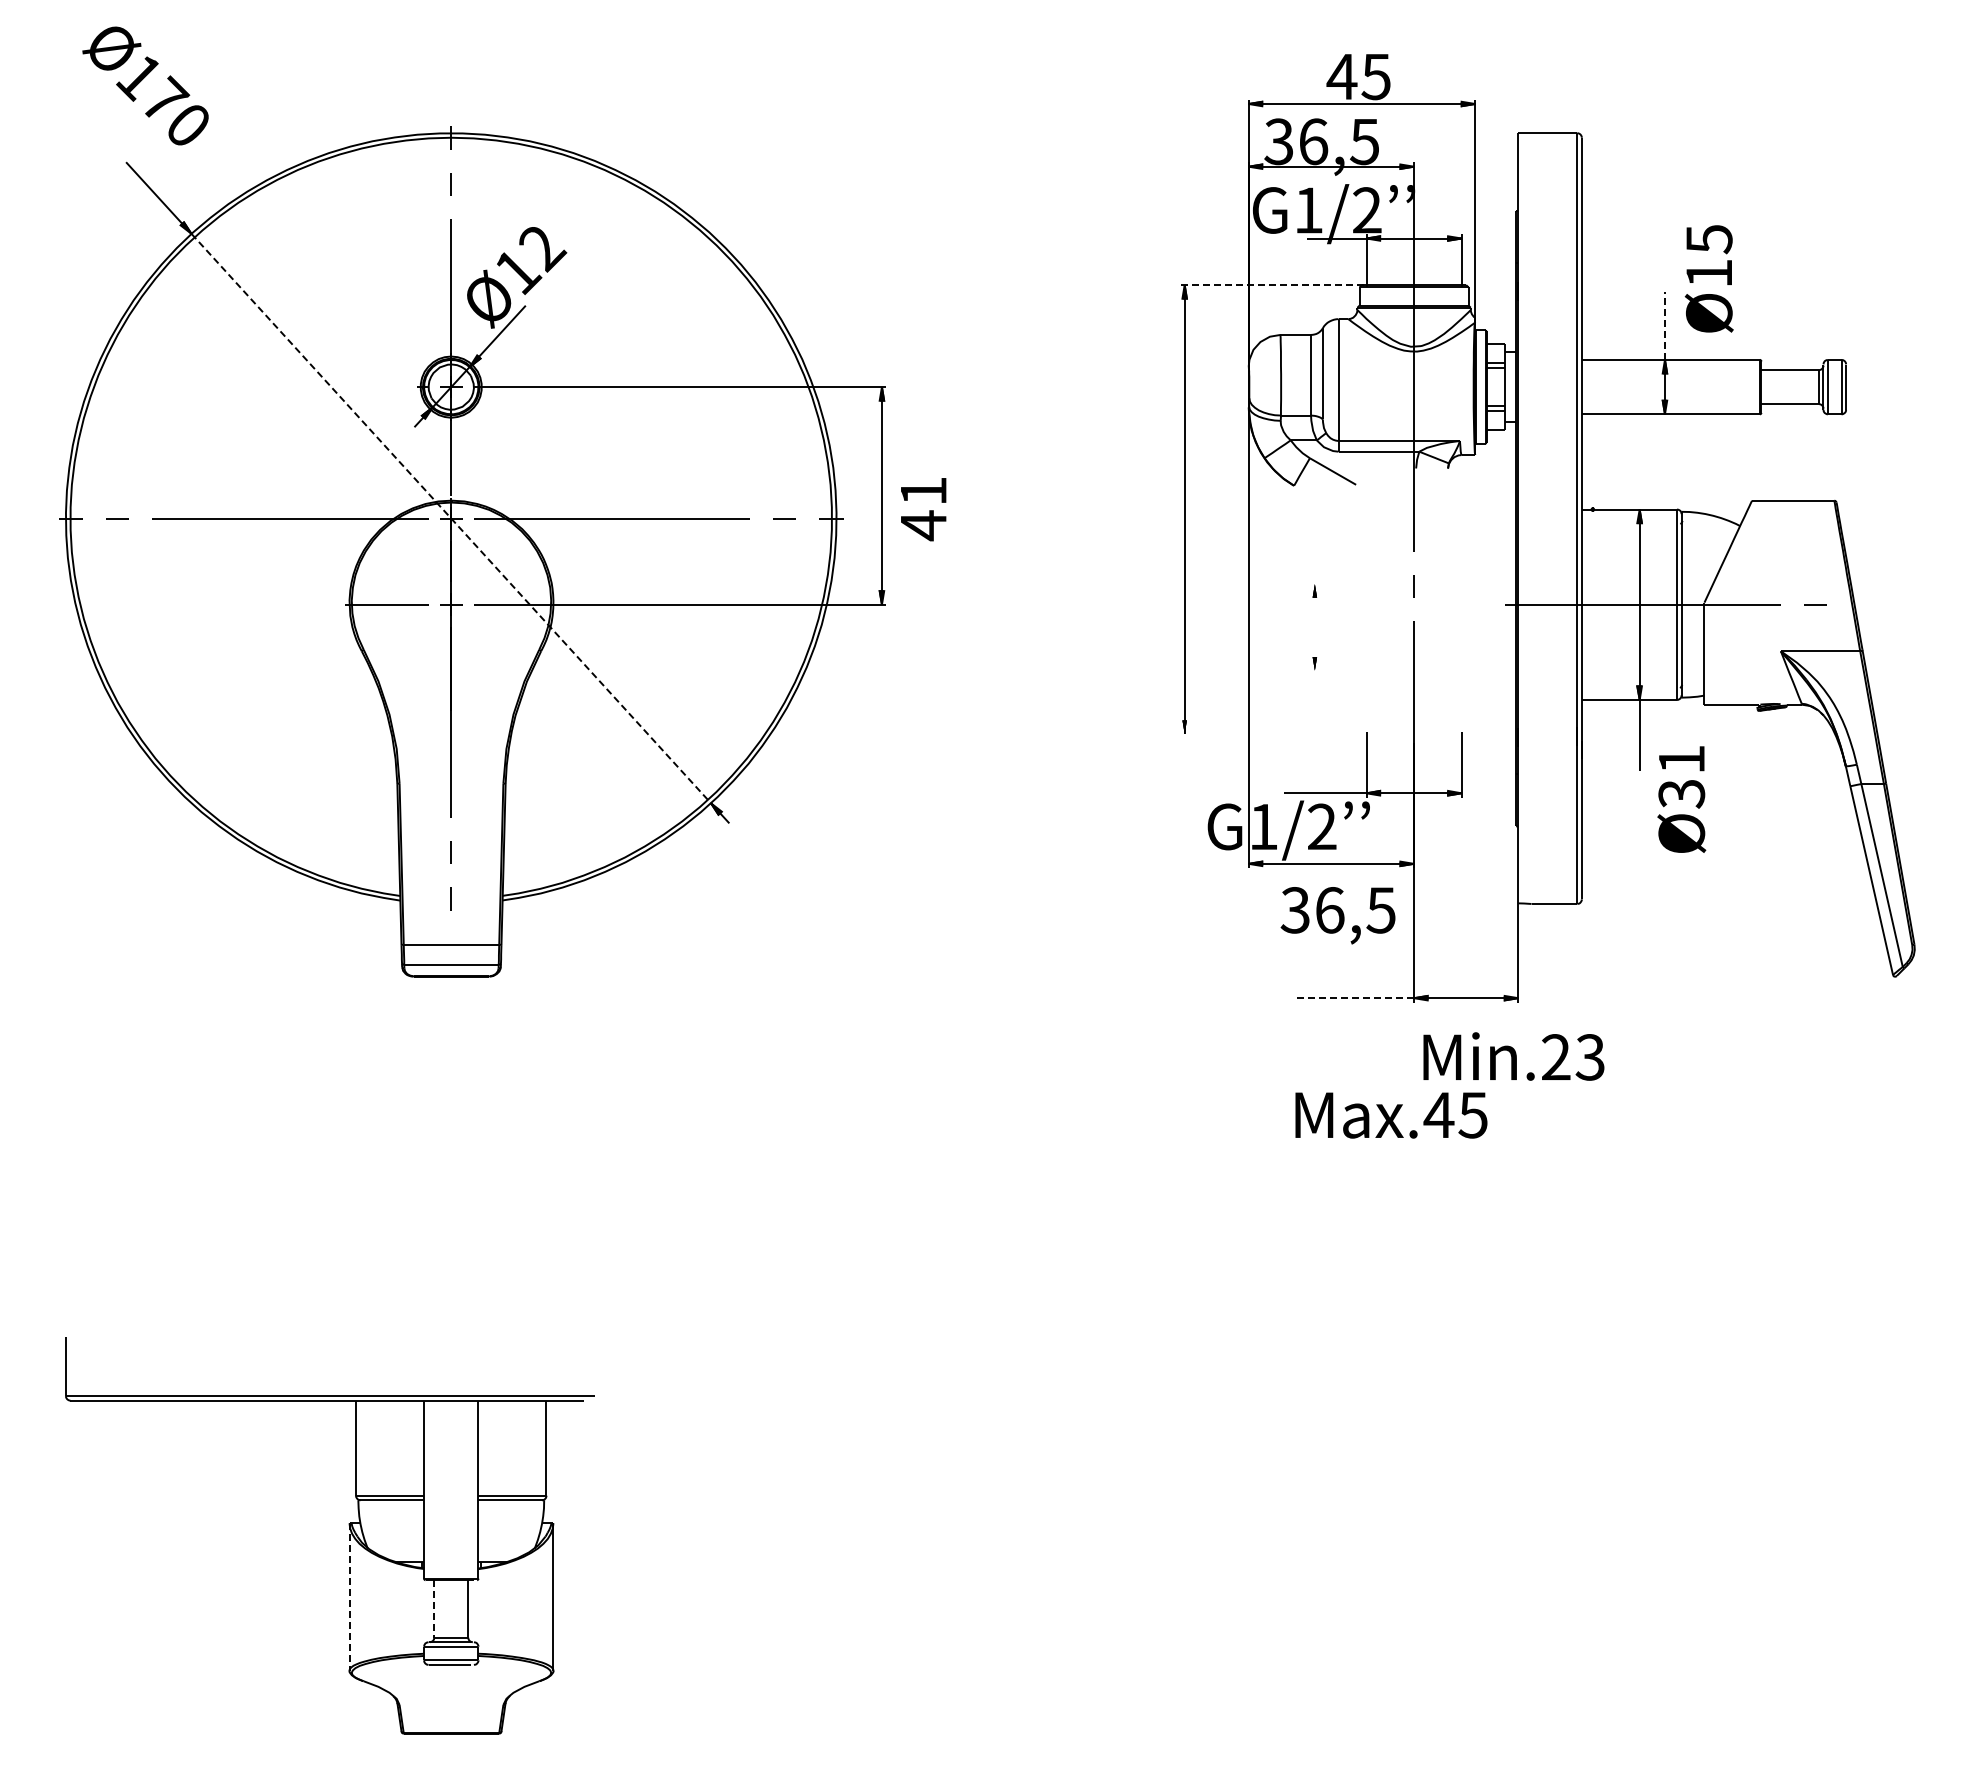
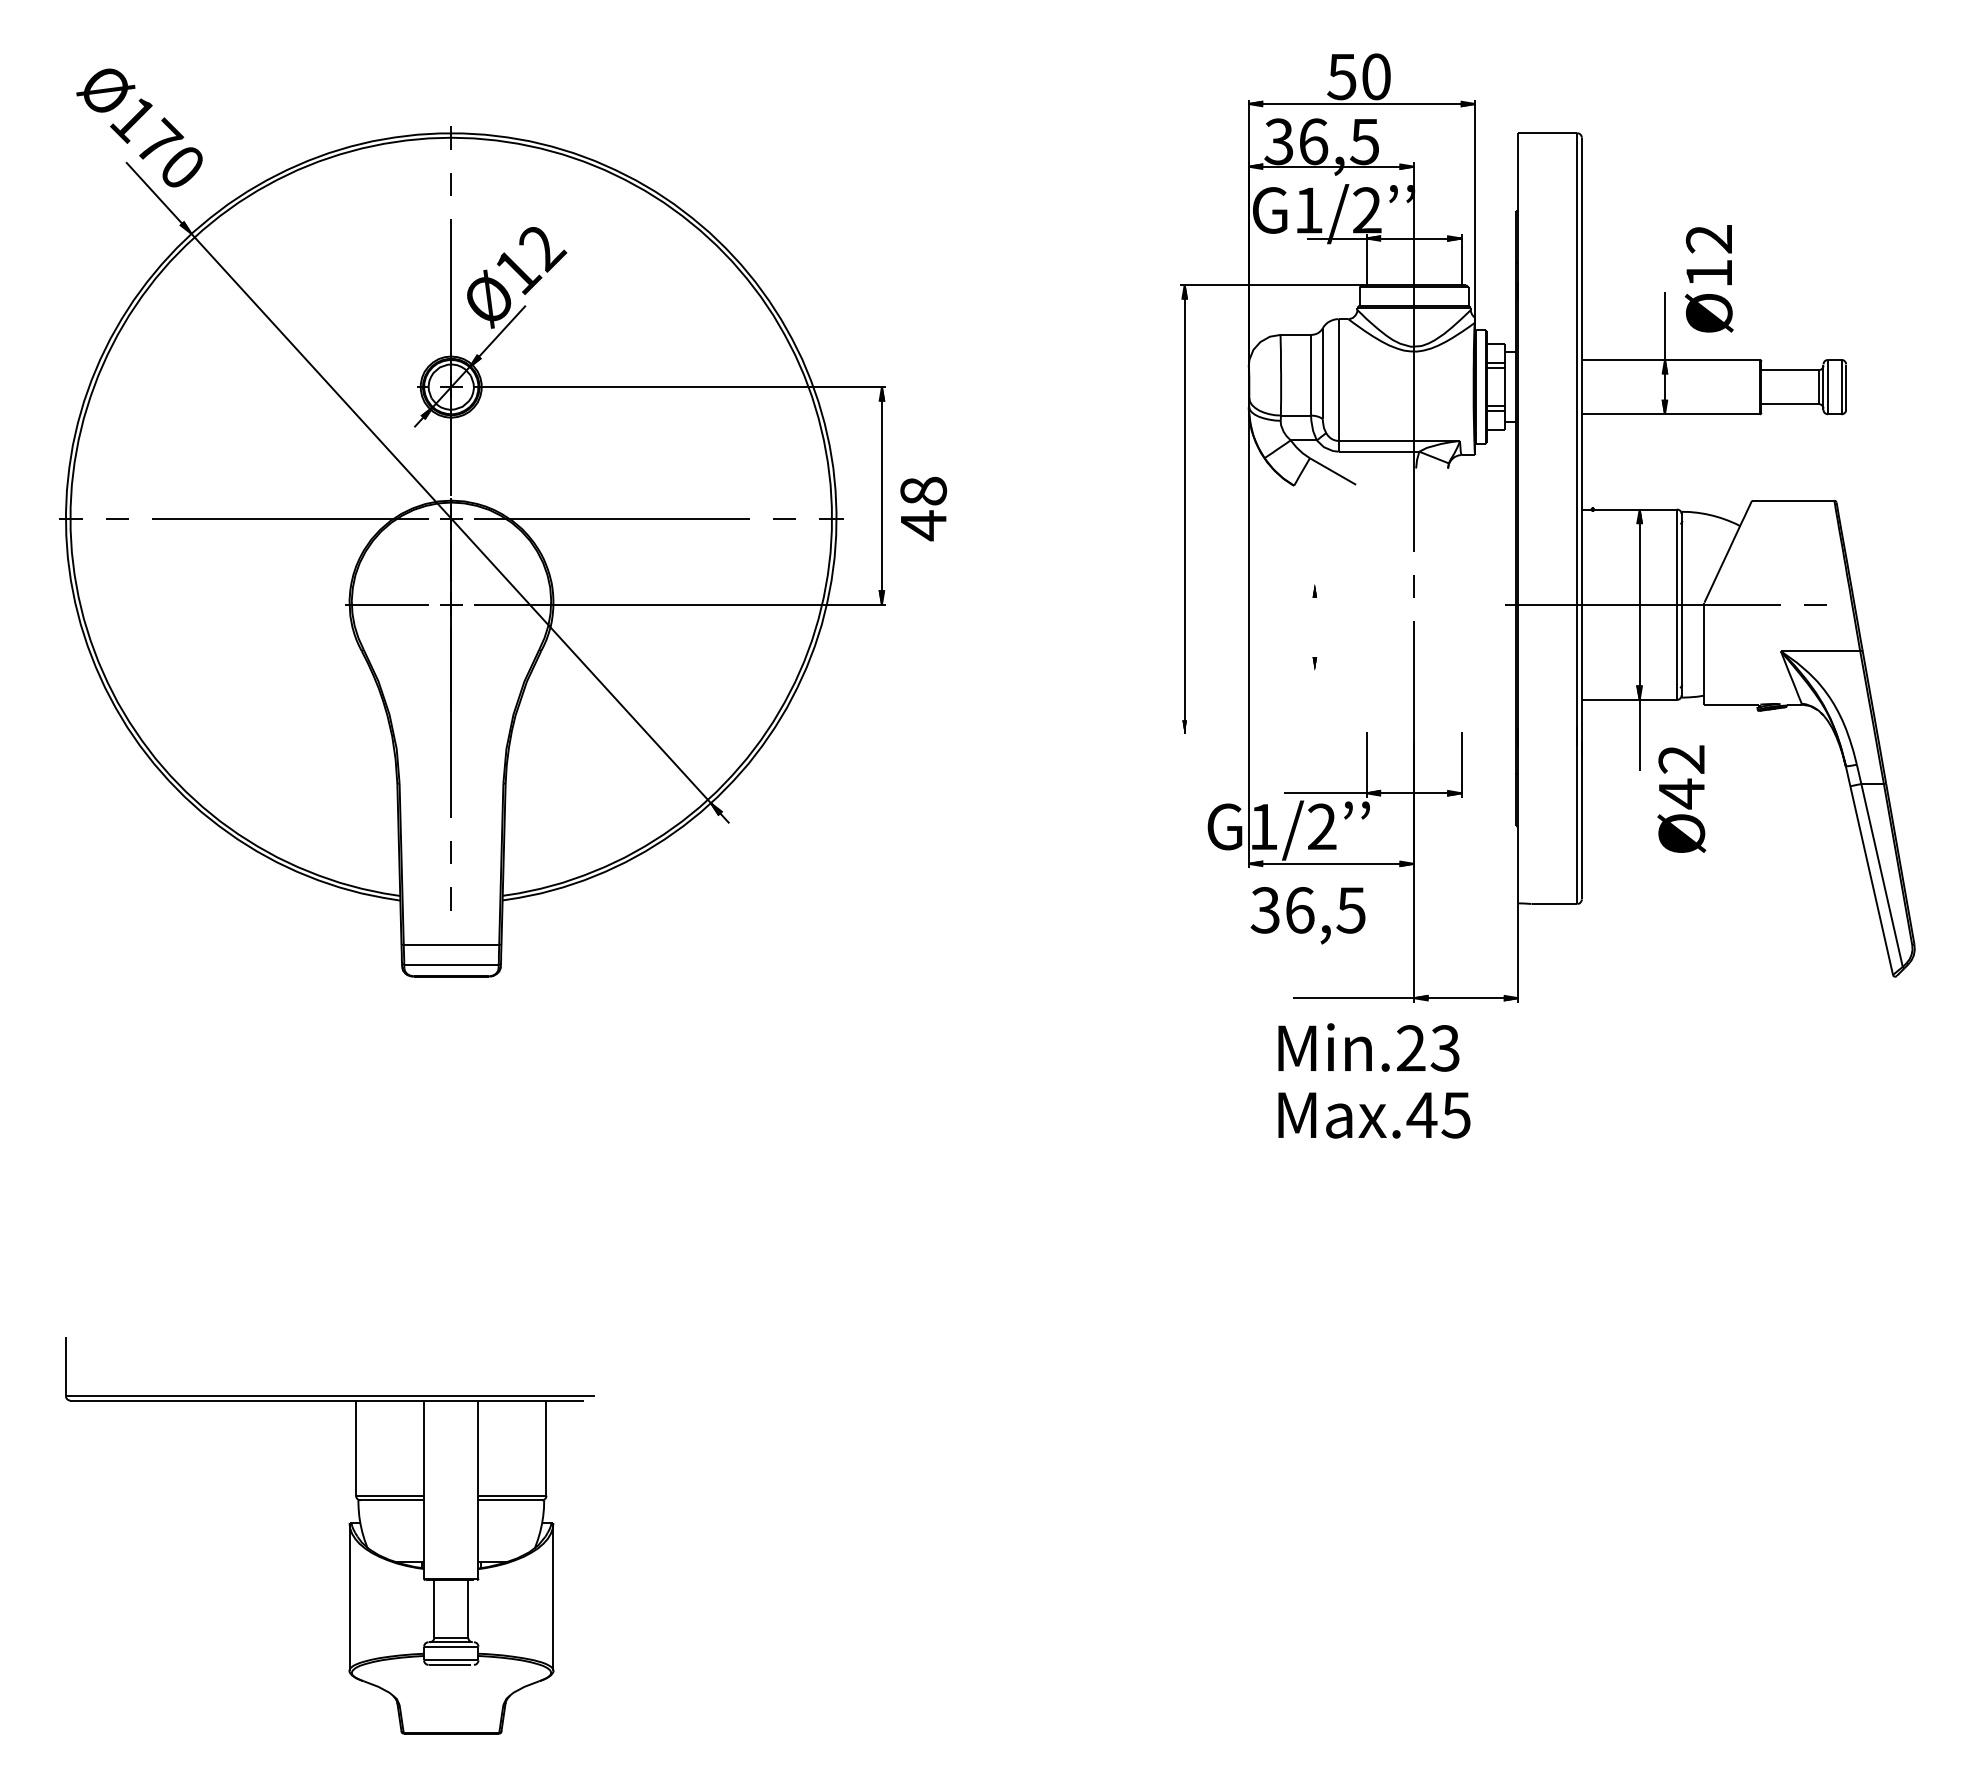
text at (1358, 76): 45 -> 50
text at (145, 85) position: (145, 85) -> (139, 127)
text at (1708, 239): Ø15 -> Ø12
line at (1271, 285): dashed -> solid
line at (1664, 326): dashed -> solid
text at (923, 490): 41 -> 48
line at (451, 518): dashed -> solid
text at (1681, 777): Ø31 -> Ø42
text at (1337, 915) position: (1337, 915) -> (1307, 915)
line at (1353, 998): dashed -> solid
text at (1513, 1056) position: (1513, 1056) -> (1368, 1047)
text at (1391, 1115) position: (1391, 1115) -> (1374, 1115)
line at (349, 1596): dashed -> solid
line at (434, 1608): dashed -> solid
